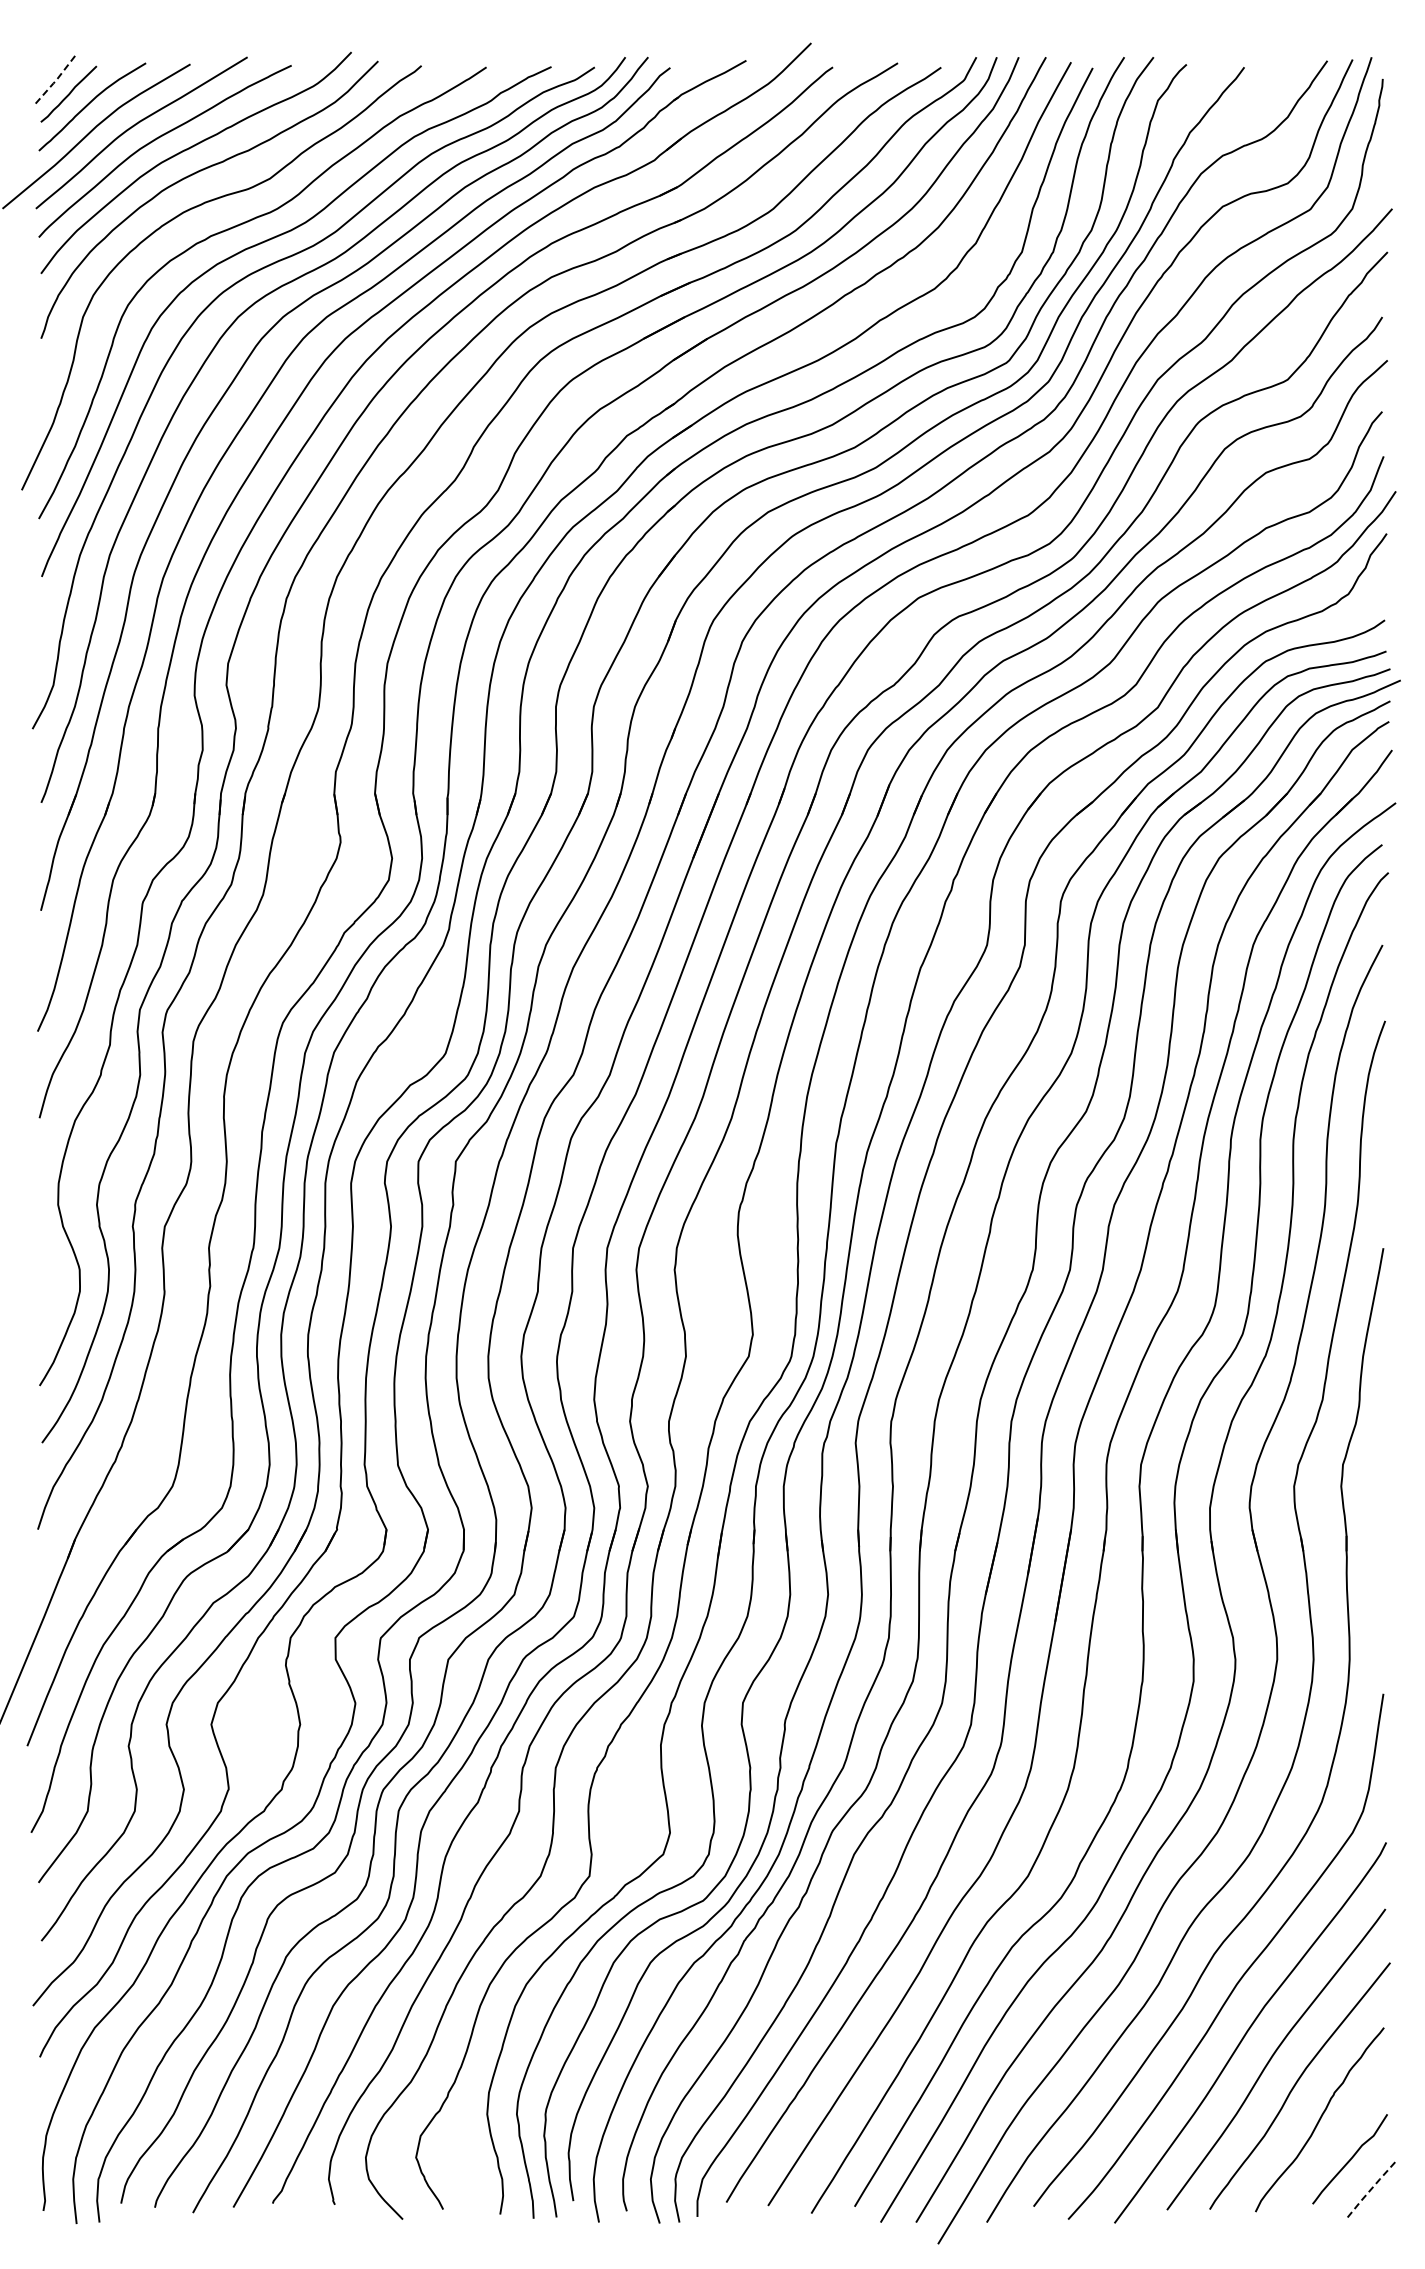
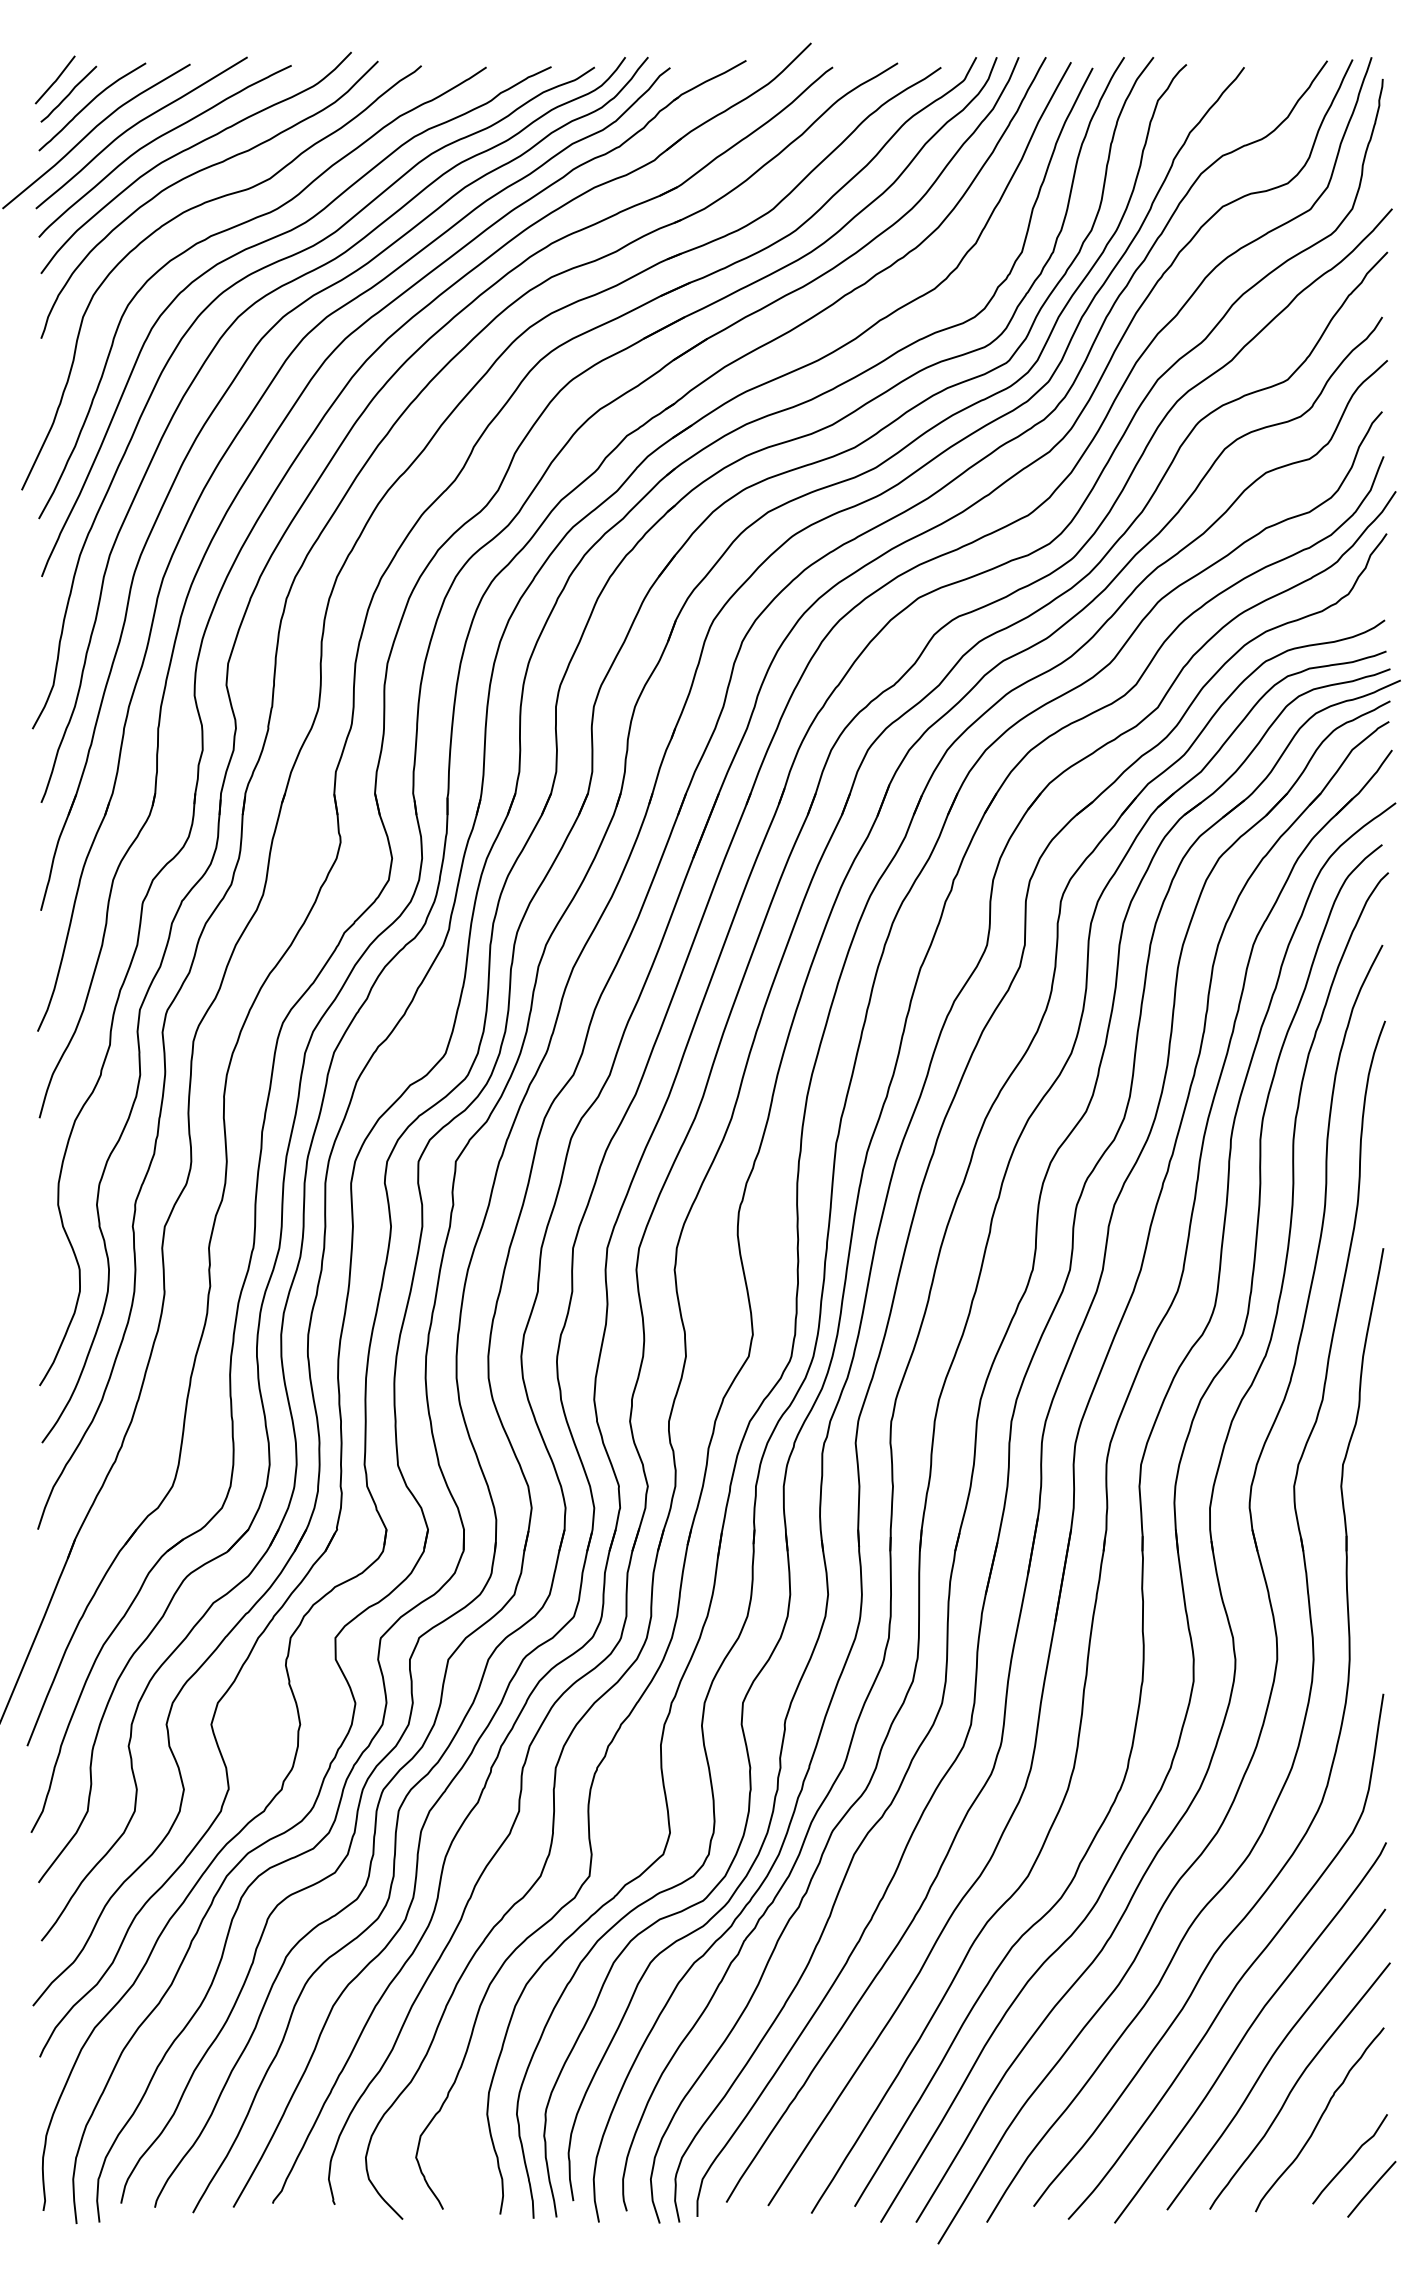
line at (55, 81): dashed -> solid
line at (1371, 2188): dashed -> solid
